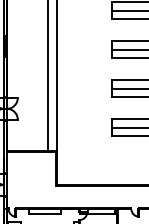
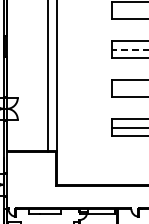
line at (128, 10): present -> none
line at (129, 49): solid -> dashed
line at (128, 88): present -> none
